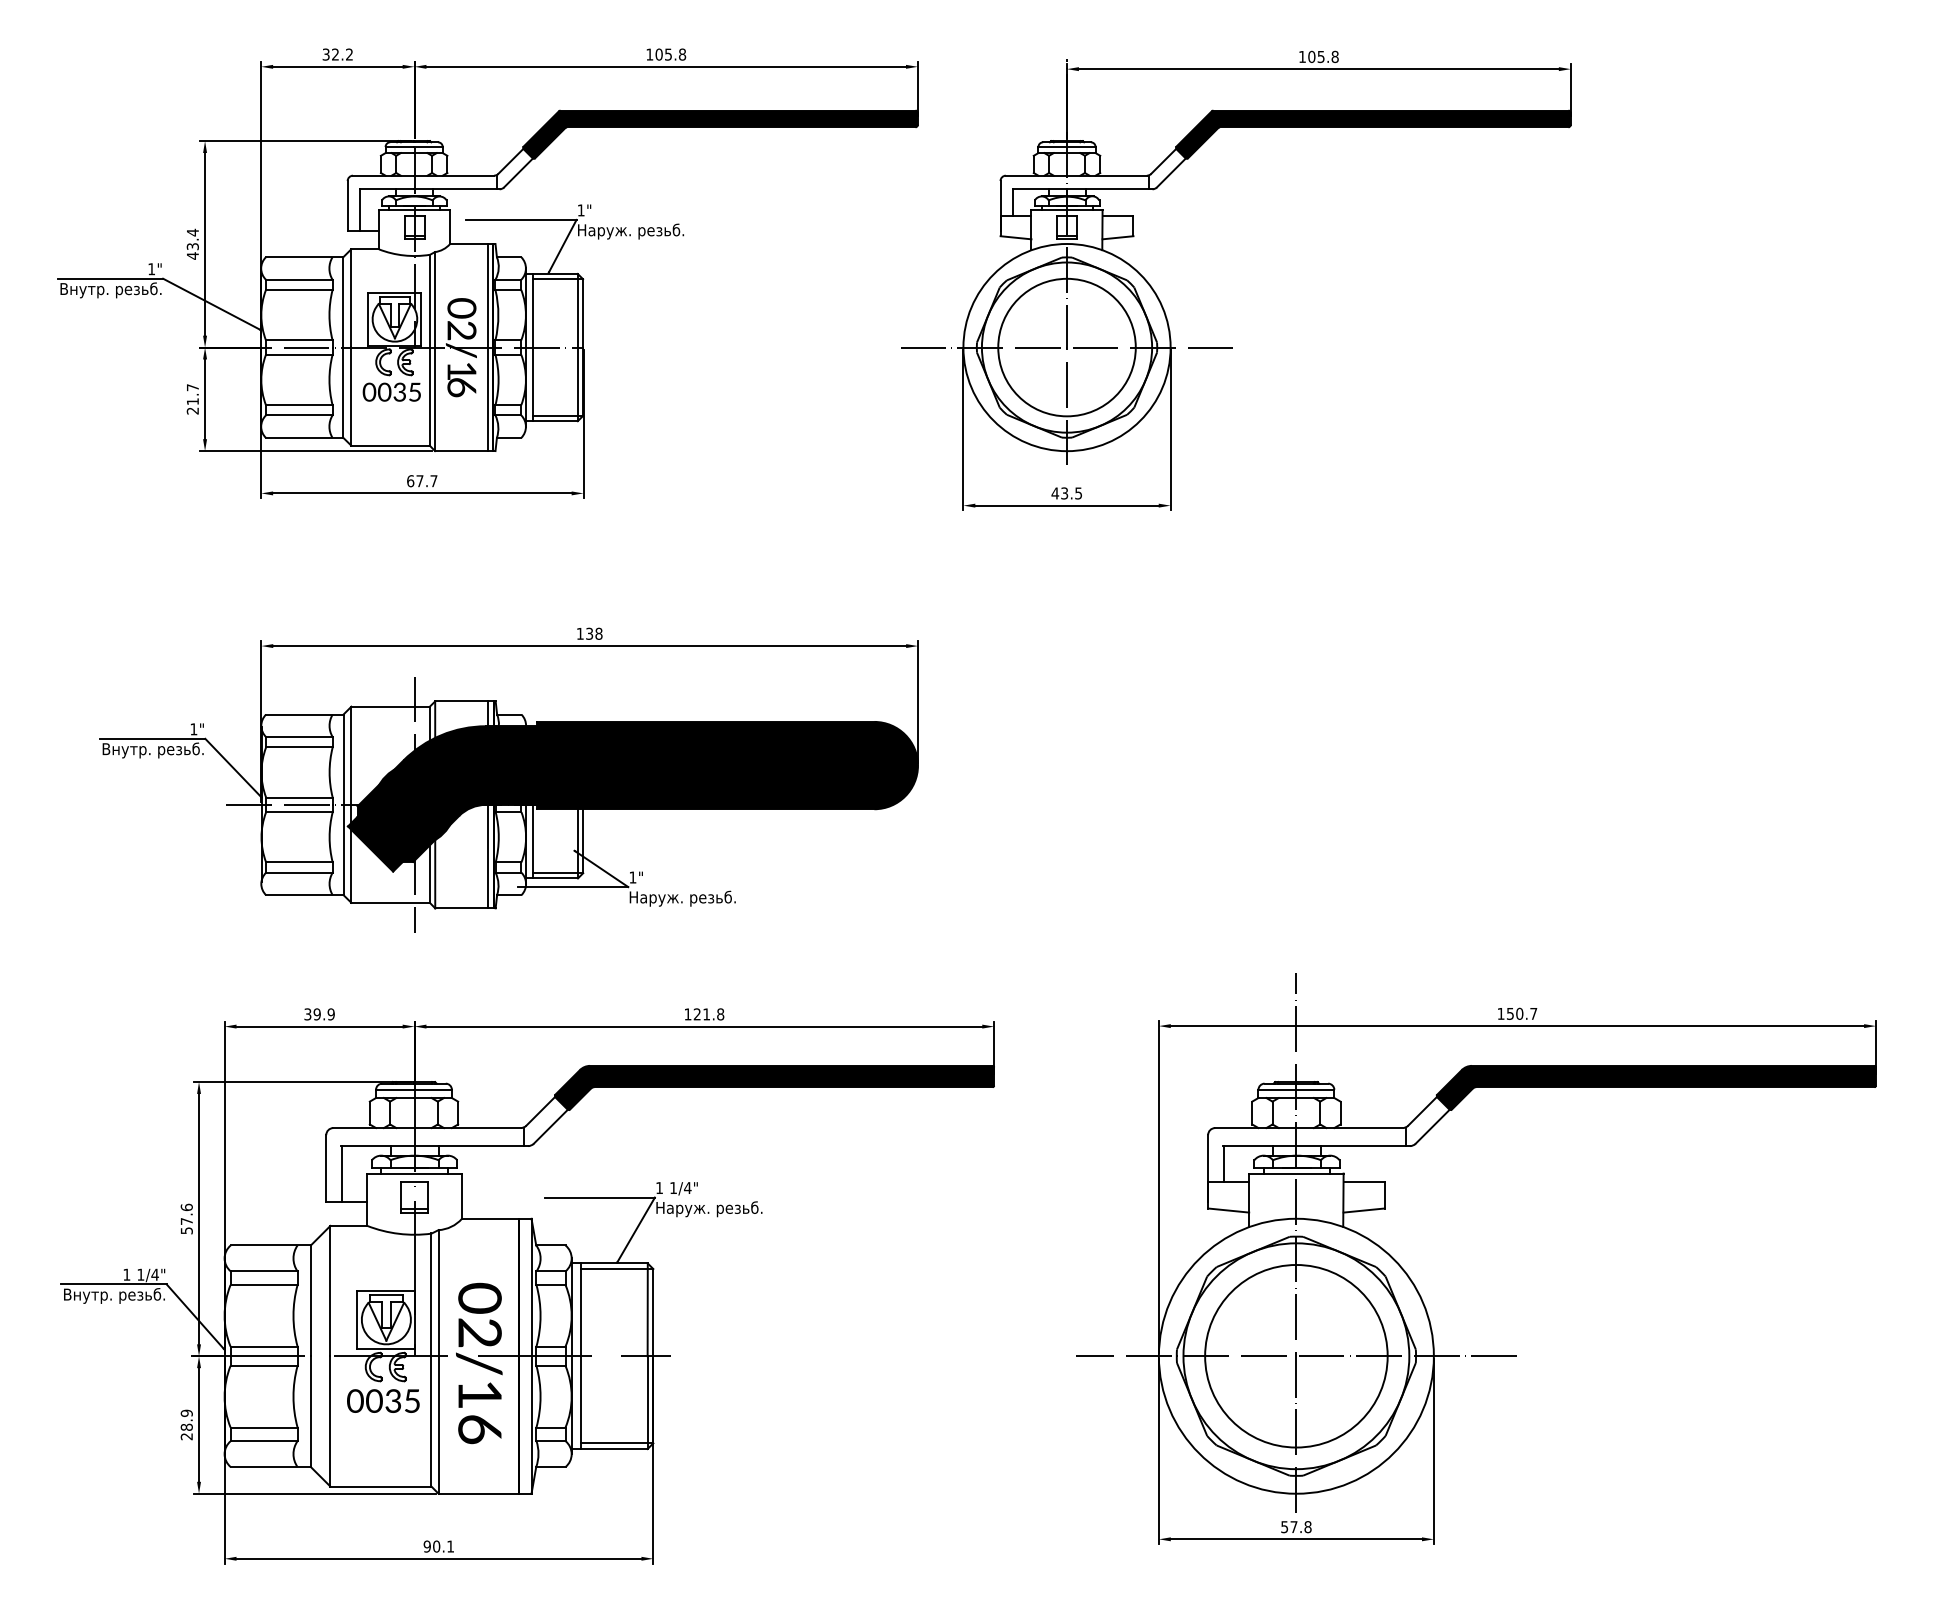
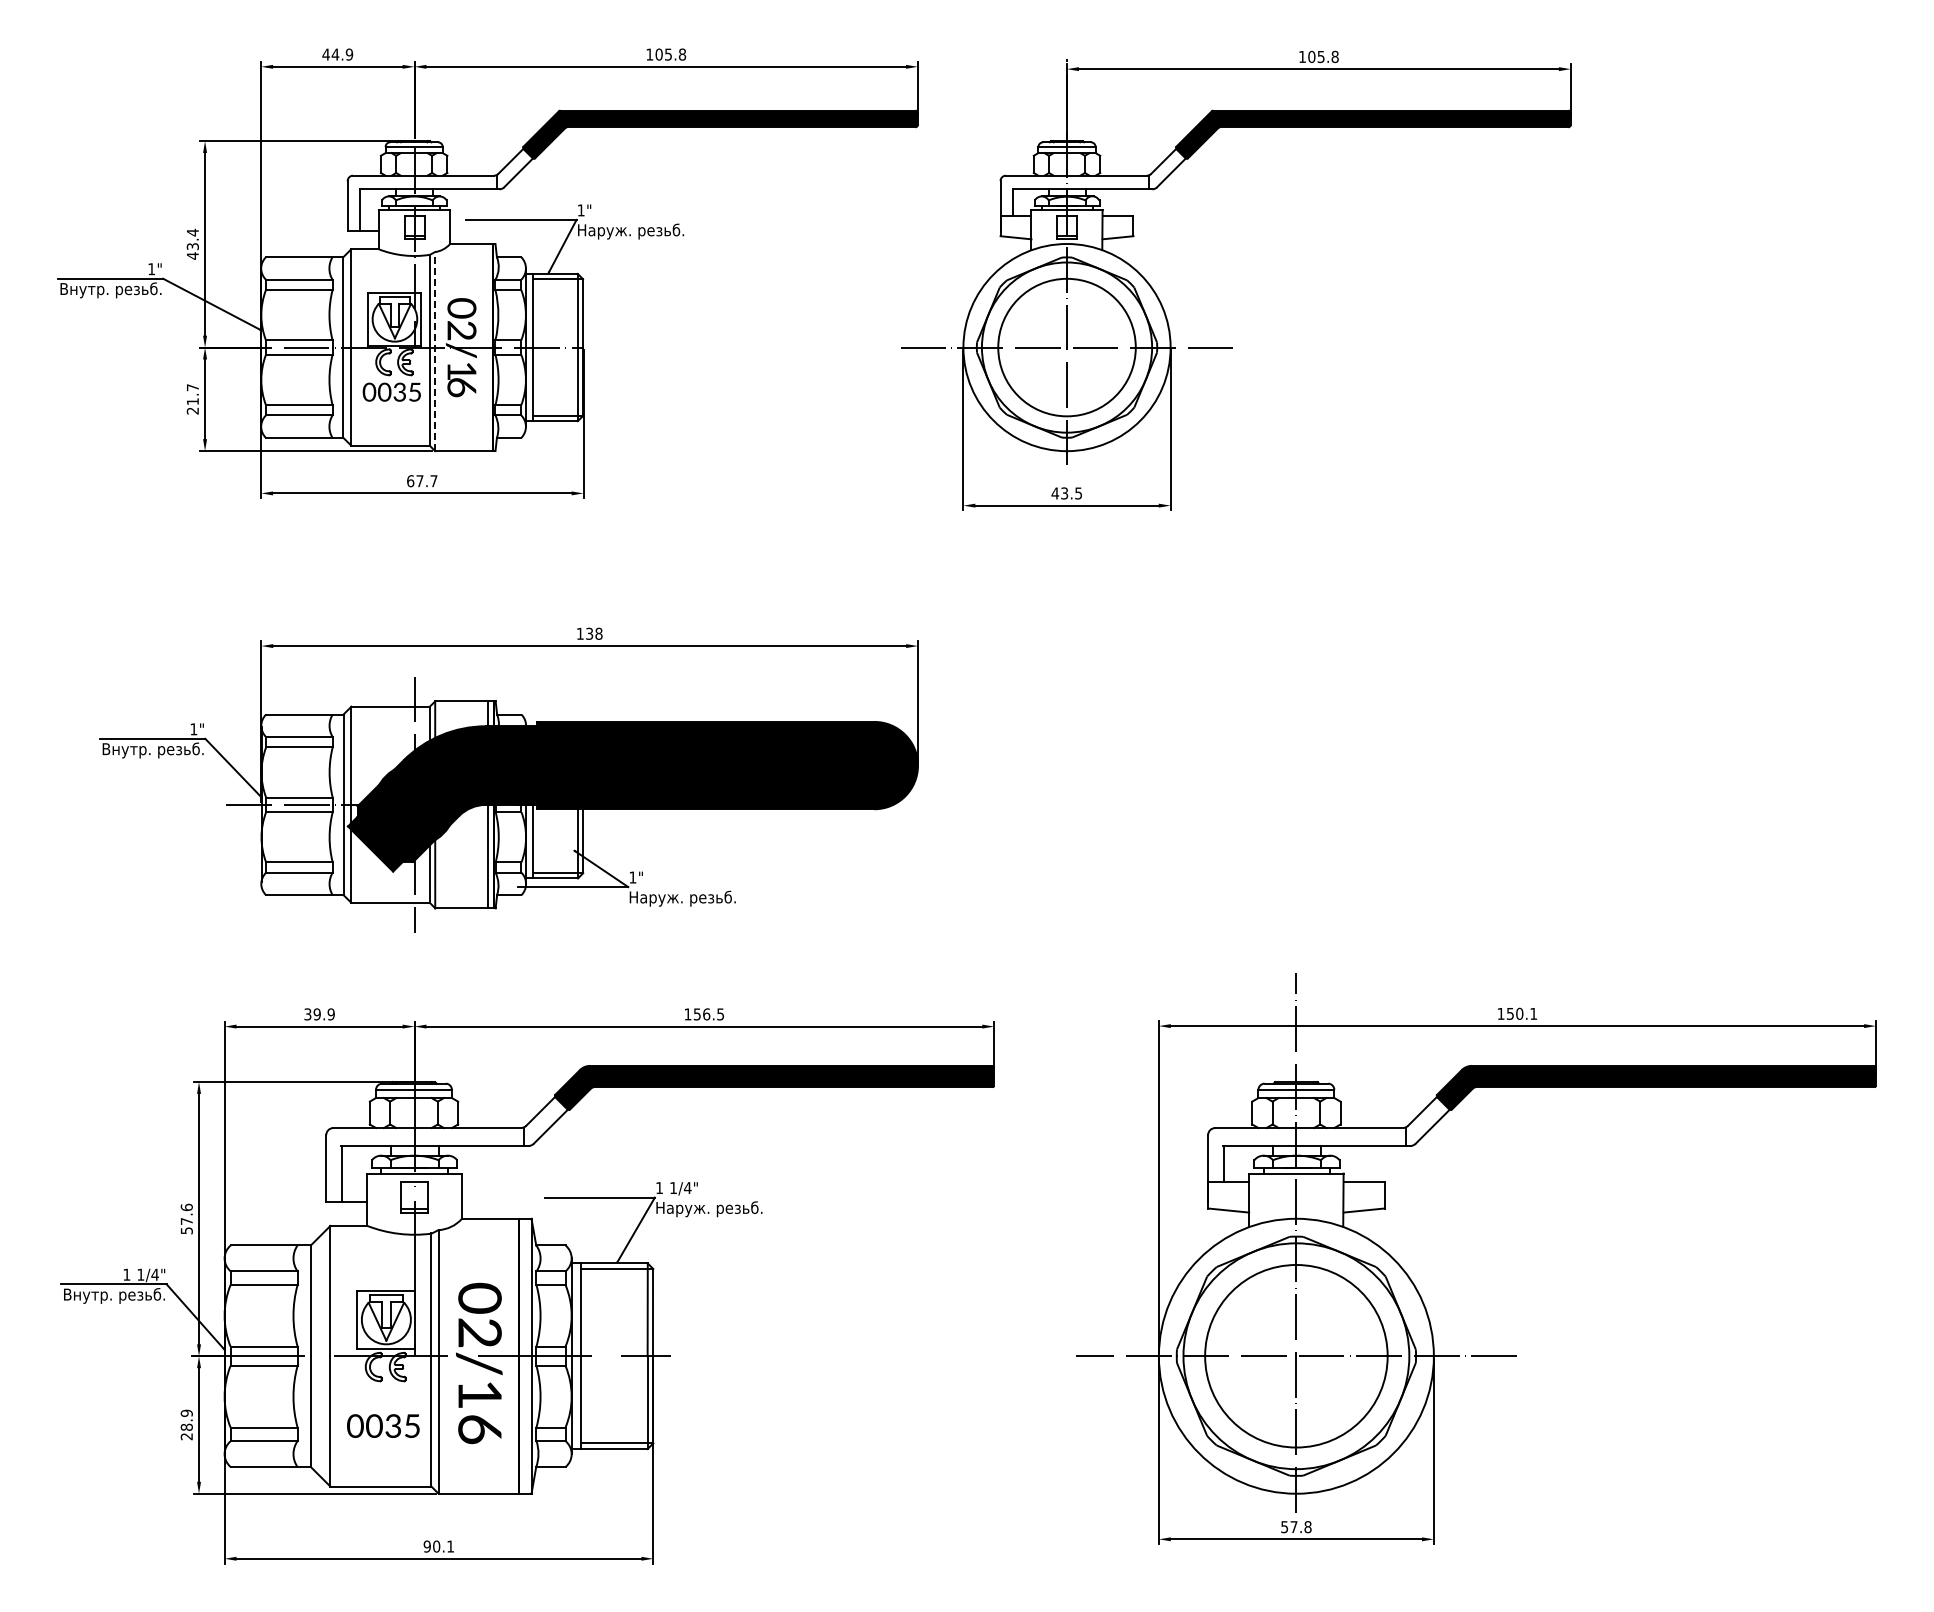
text at (337, 54): 32.2 -> 44.9
line at (487, 347): present -> none
line at (435, 351): solid -> dashed
text at (1533, 1013): 150.7 -> 150.1
text at (708, 1014): 121.8 -> 156.5
text at (383, 1400) position: (383, 1400) -> (383, 1425)
